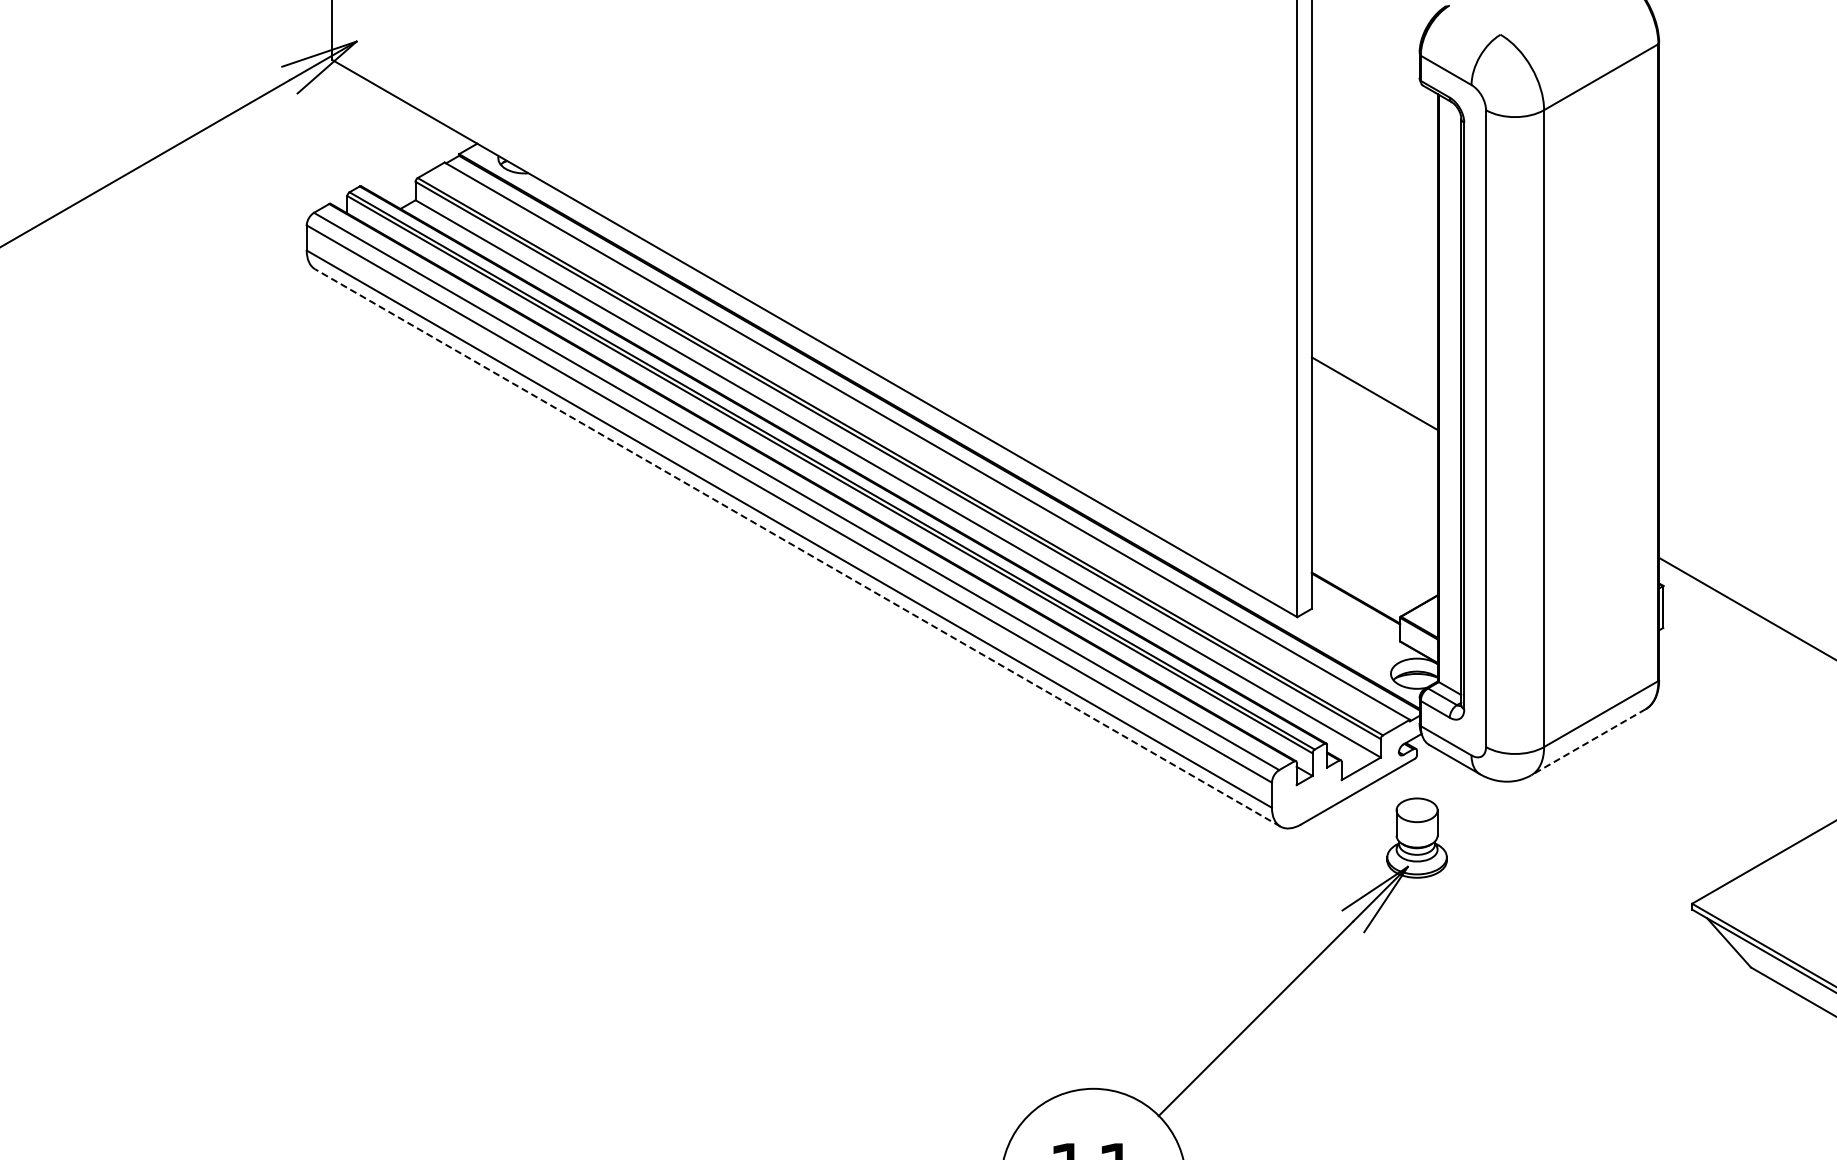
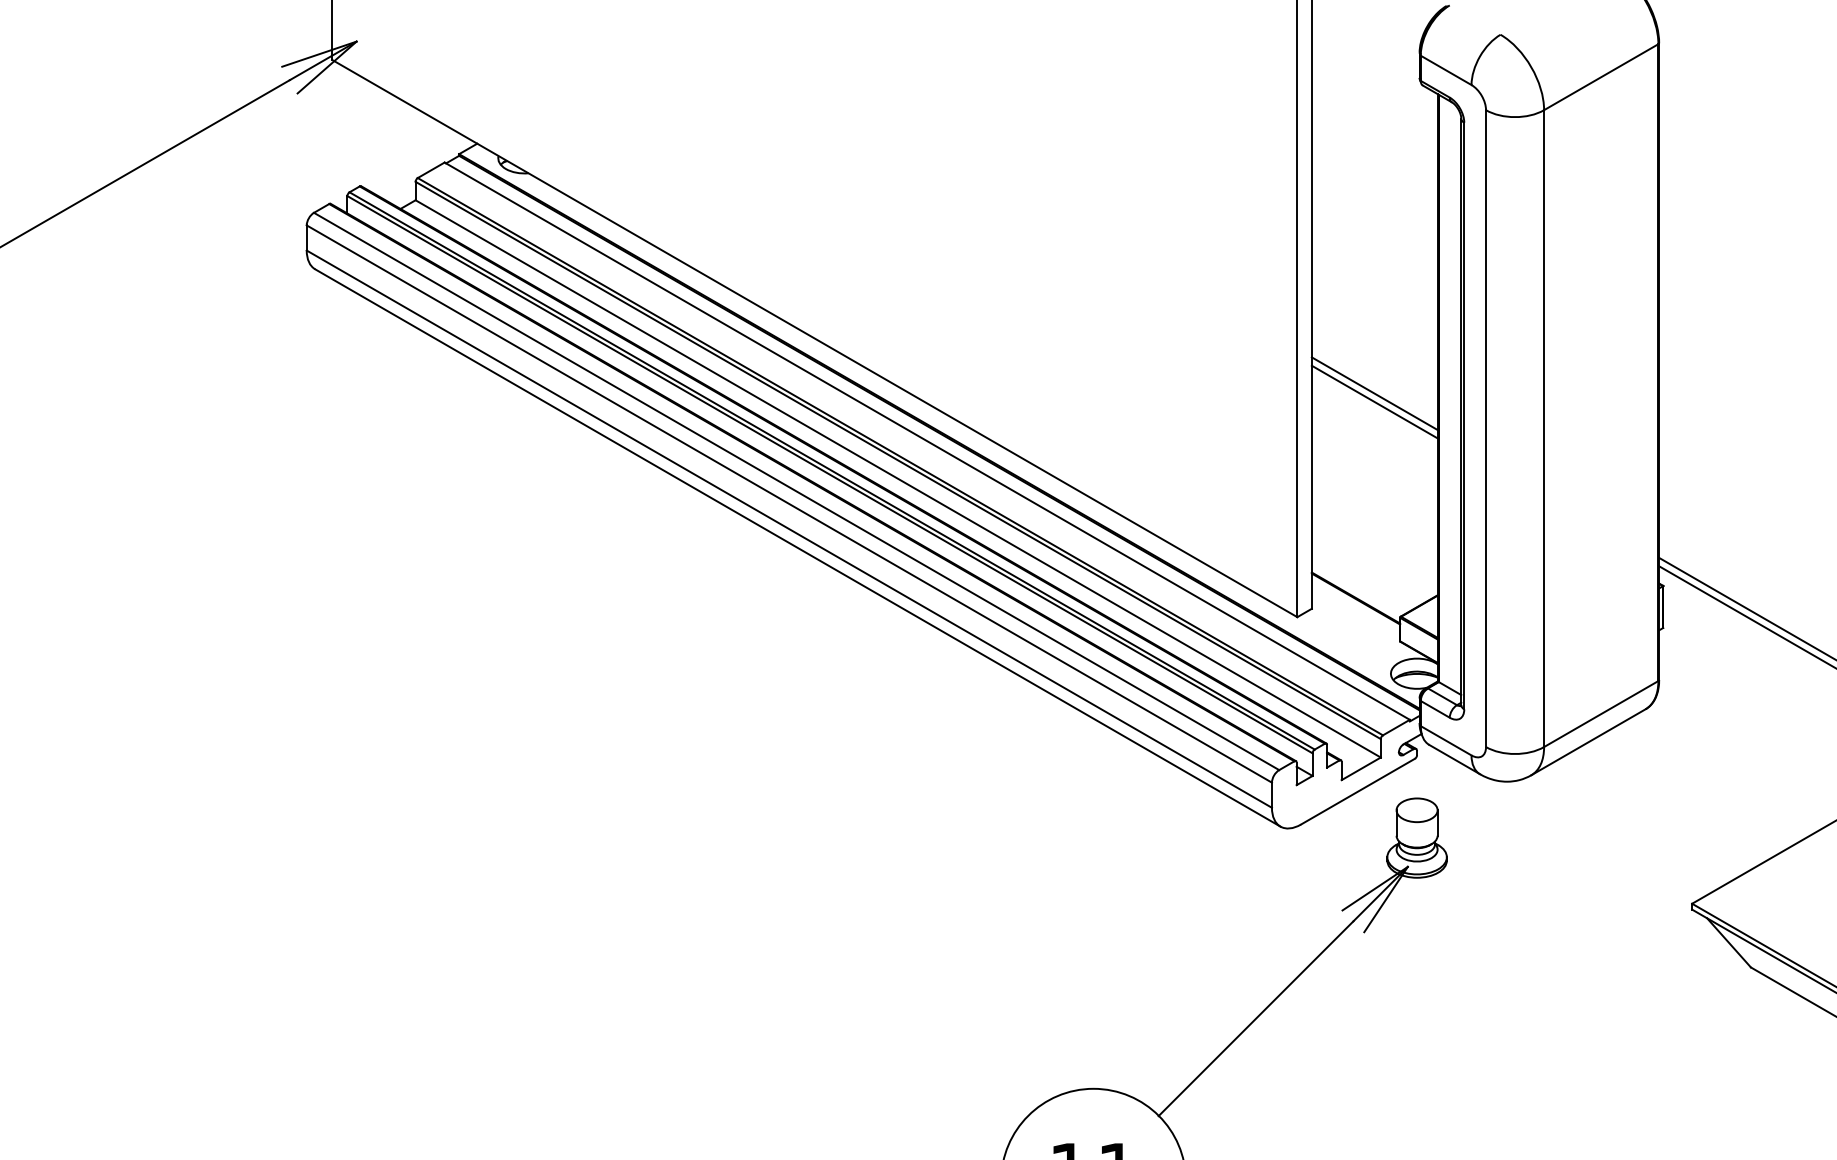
line at (1374, 401): none -> present
line at (797, 547): dashed -> solid
line at (1746, 616): none -> present
line at (1588, 742): dashed -> solid
